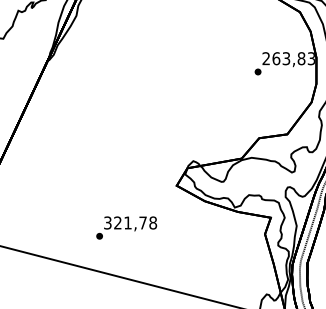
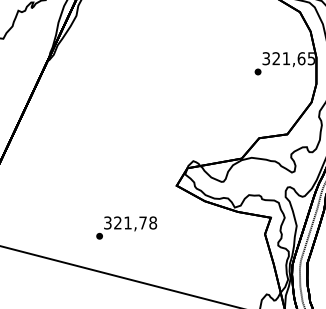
text at (288, 58): 263,83 -> 321,65
